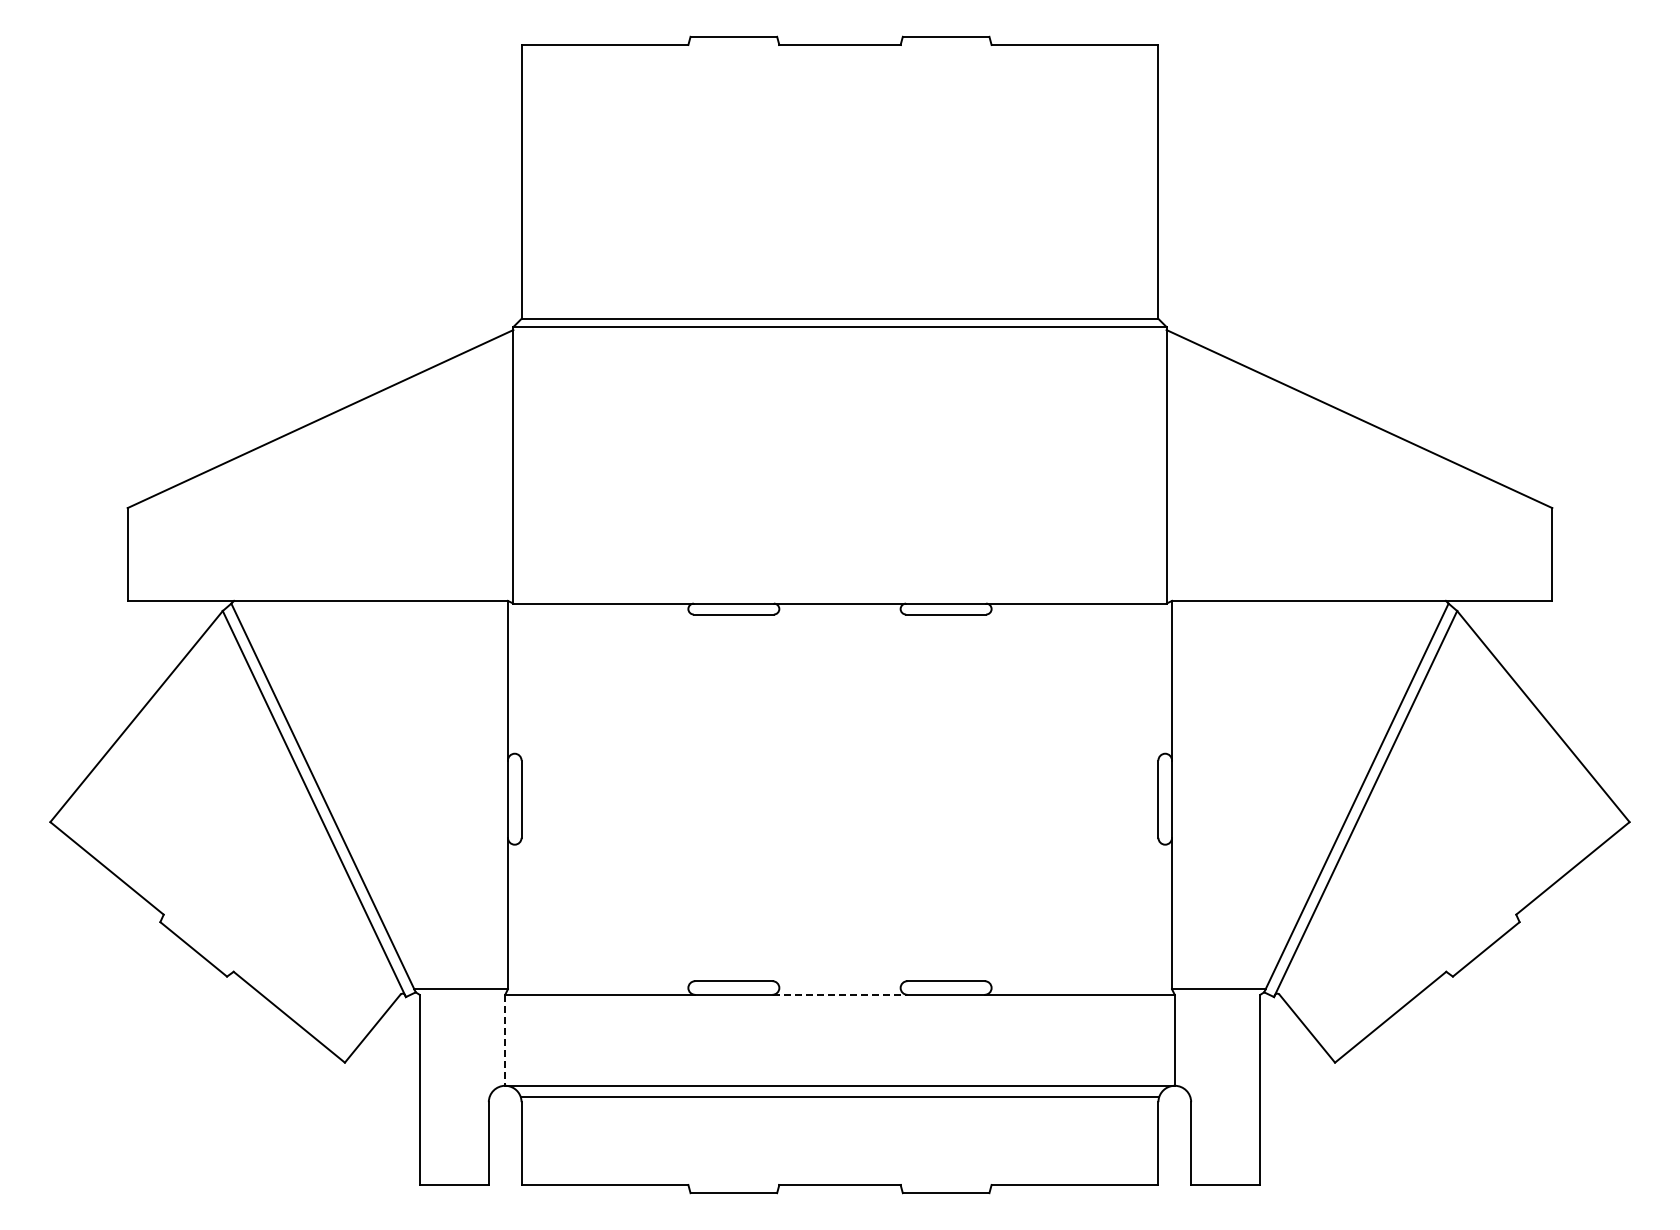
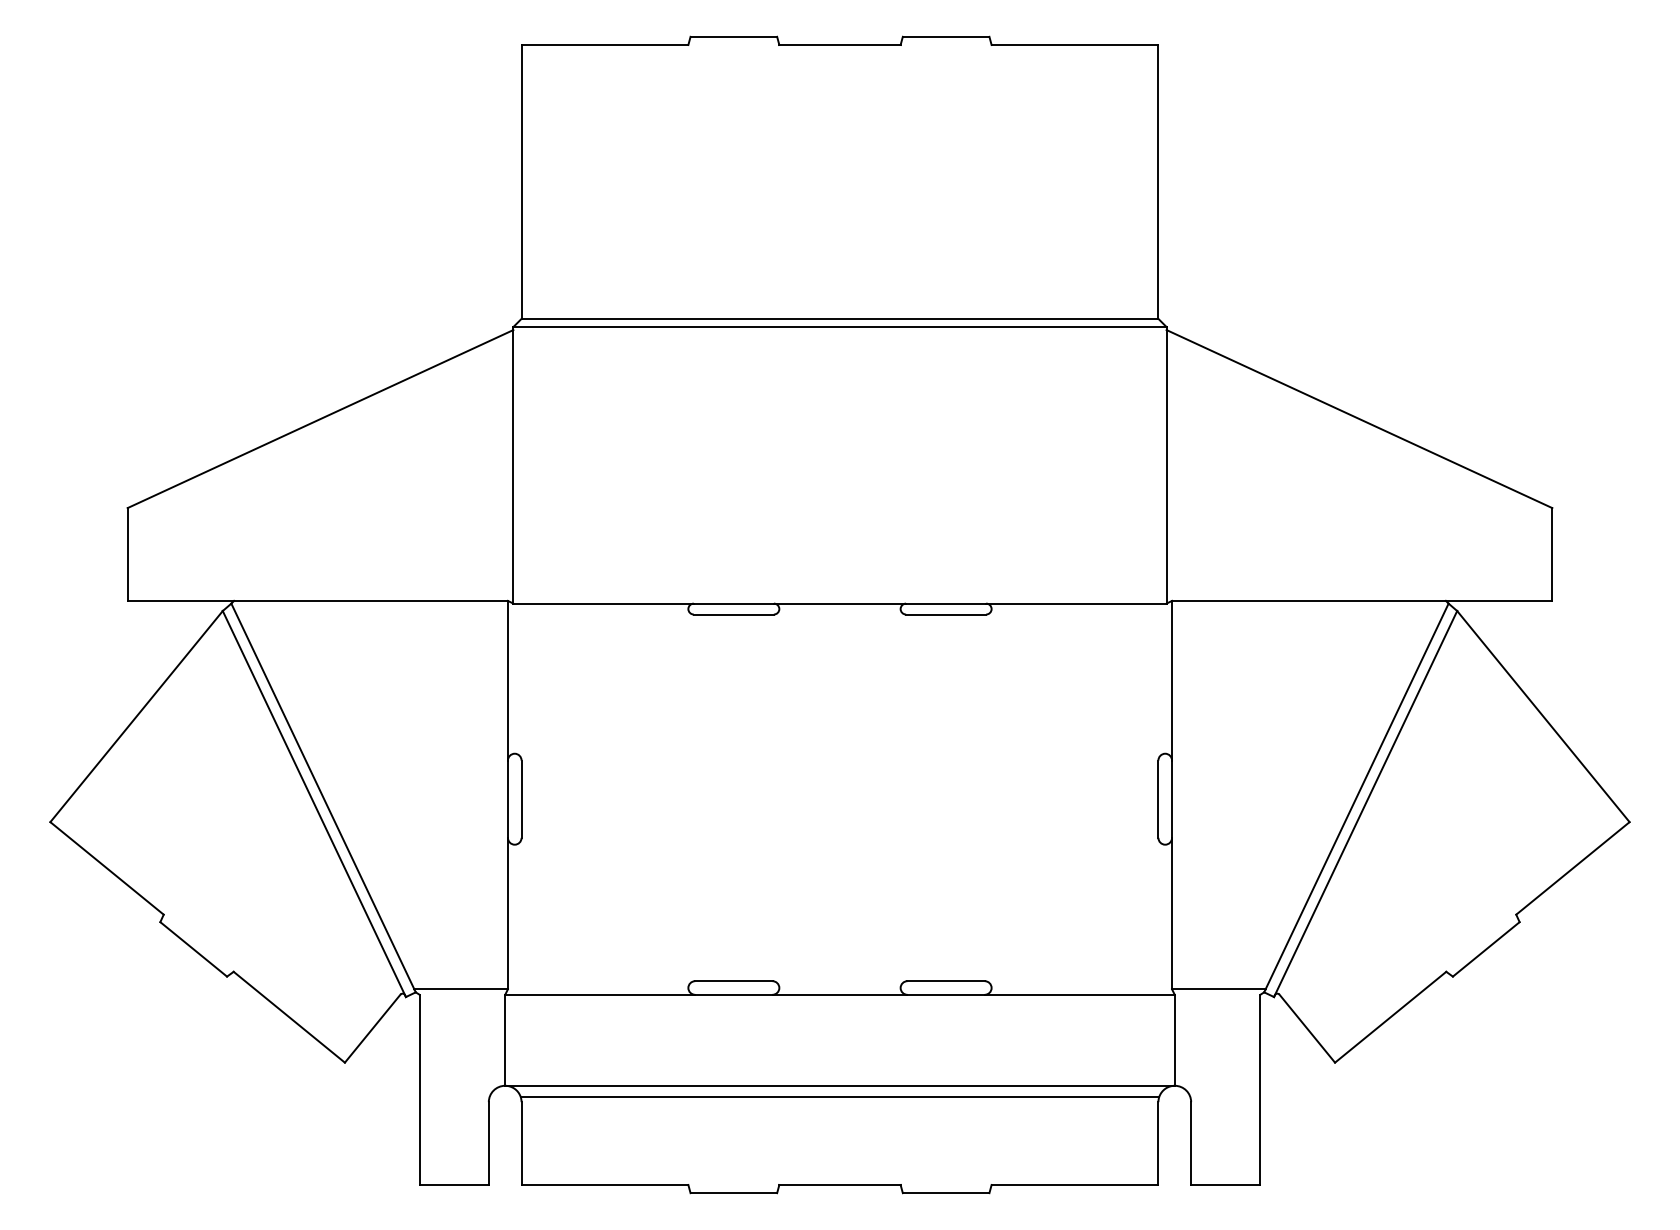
line at (840, 994): dashed -> solid
line at (505, 1040): dashed -> solid
